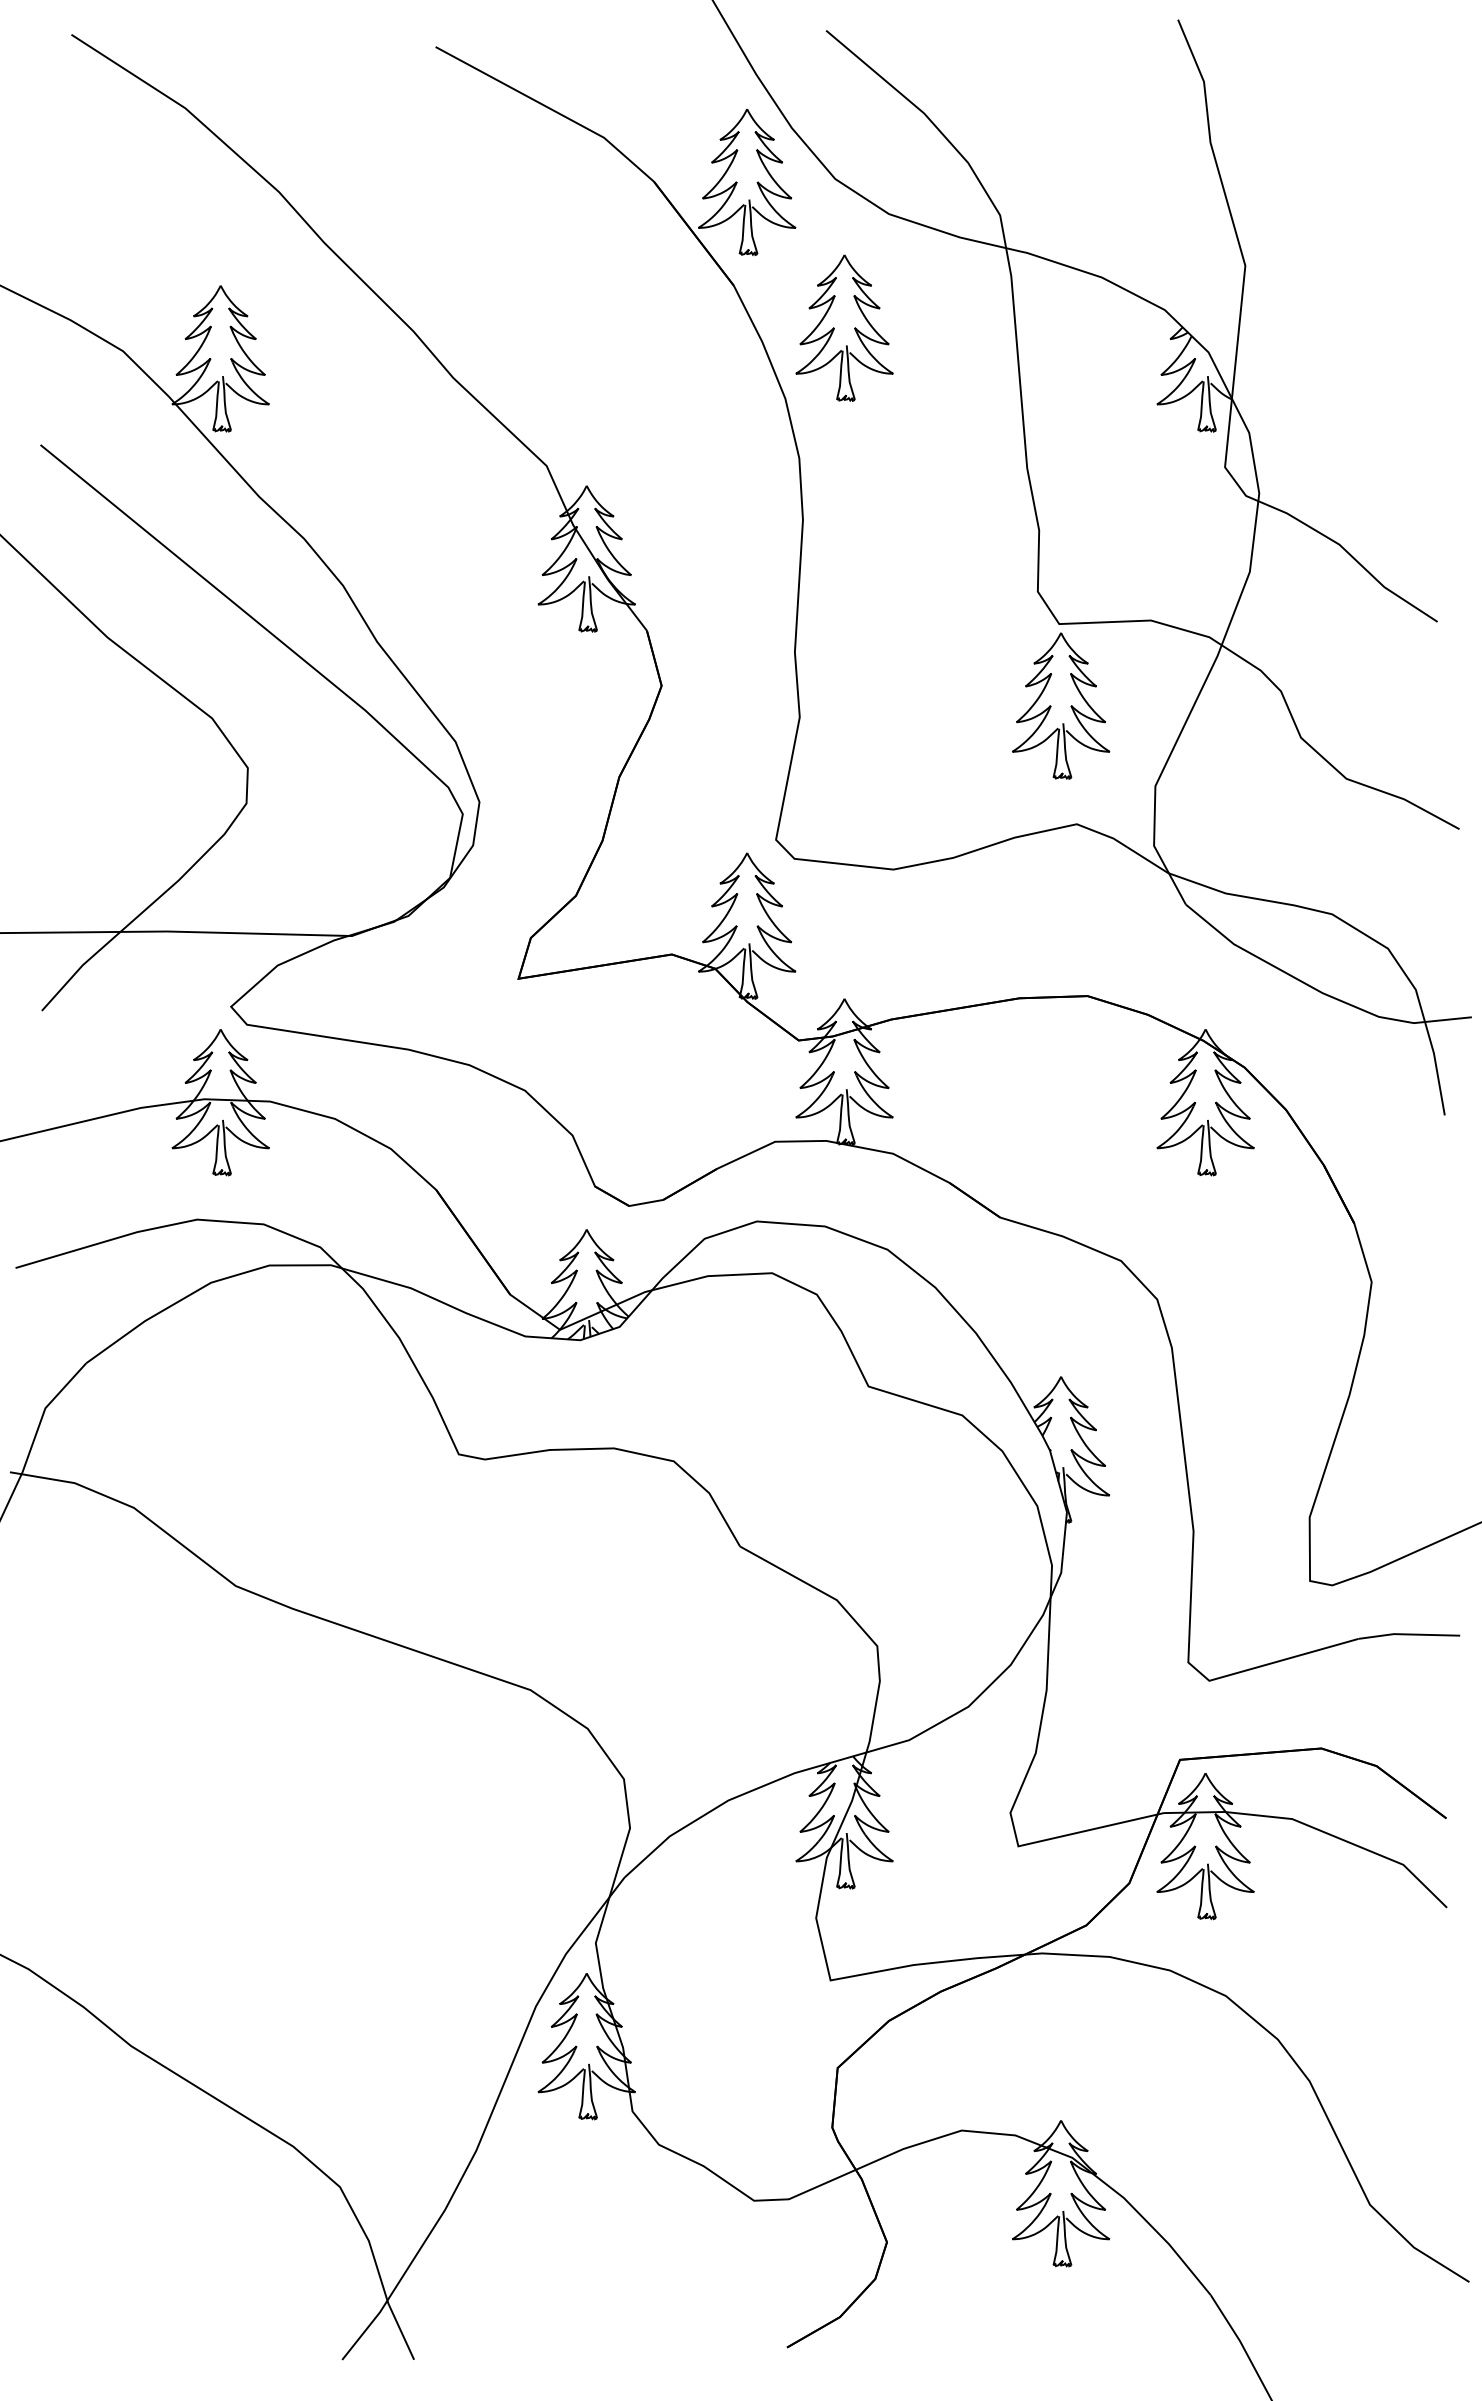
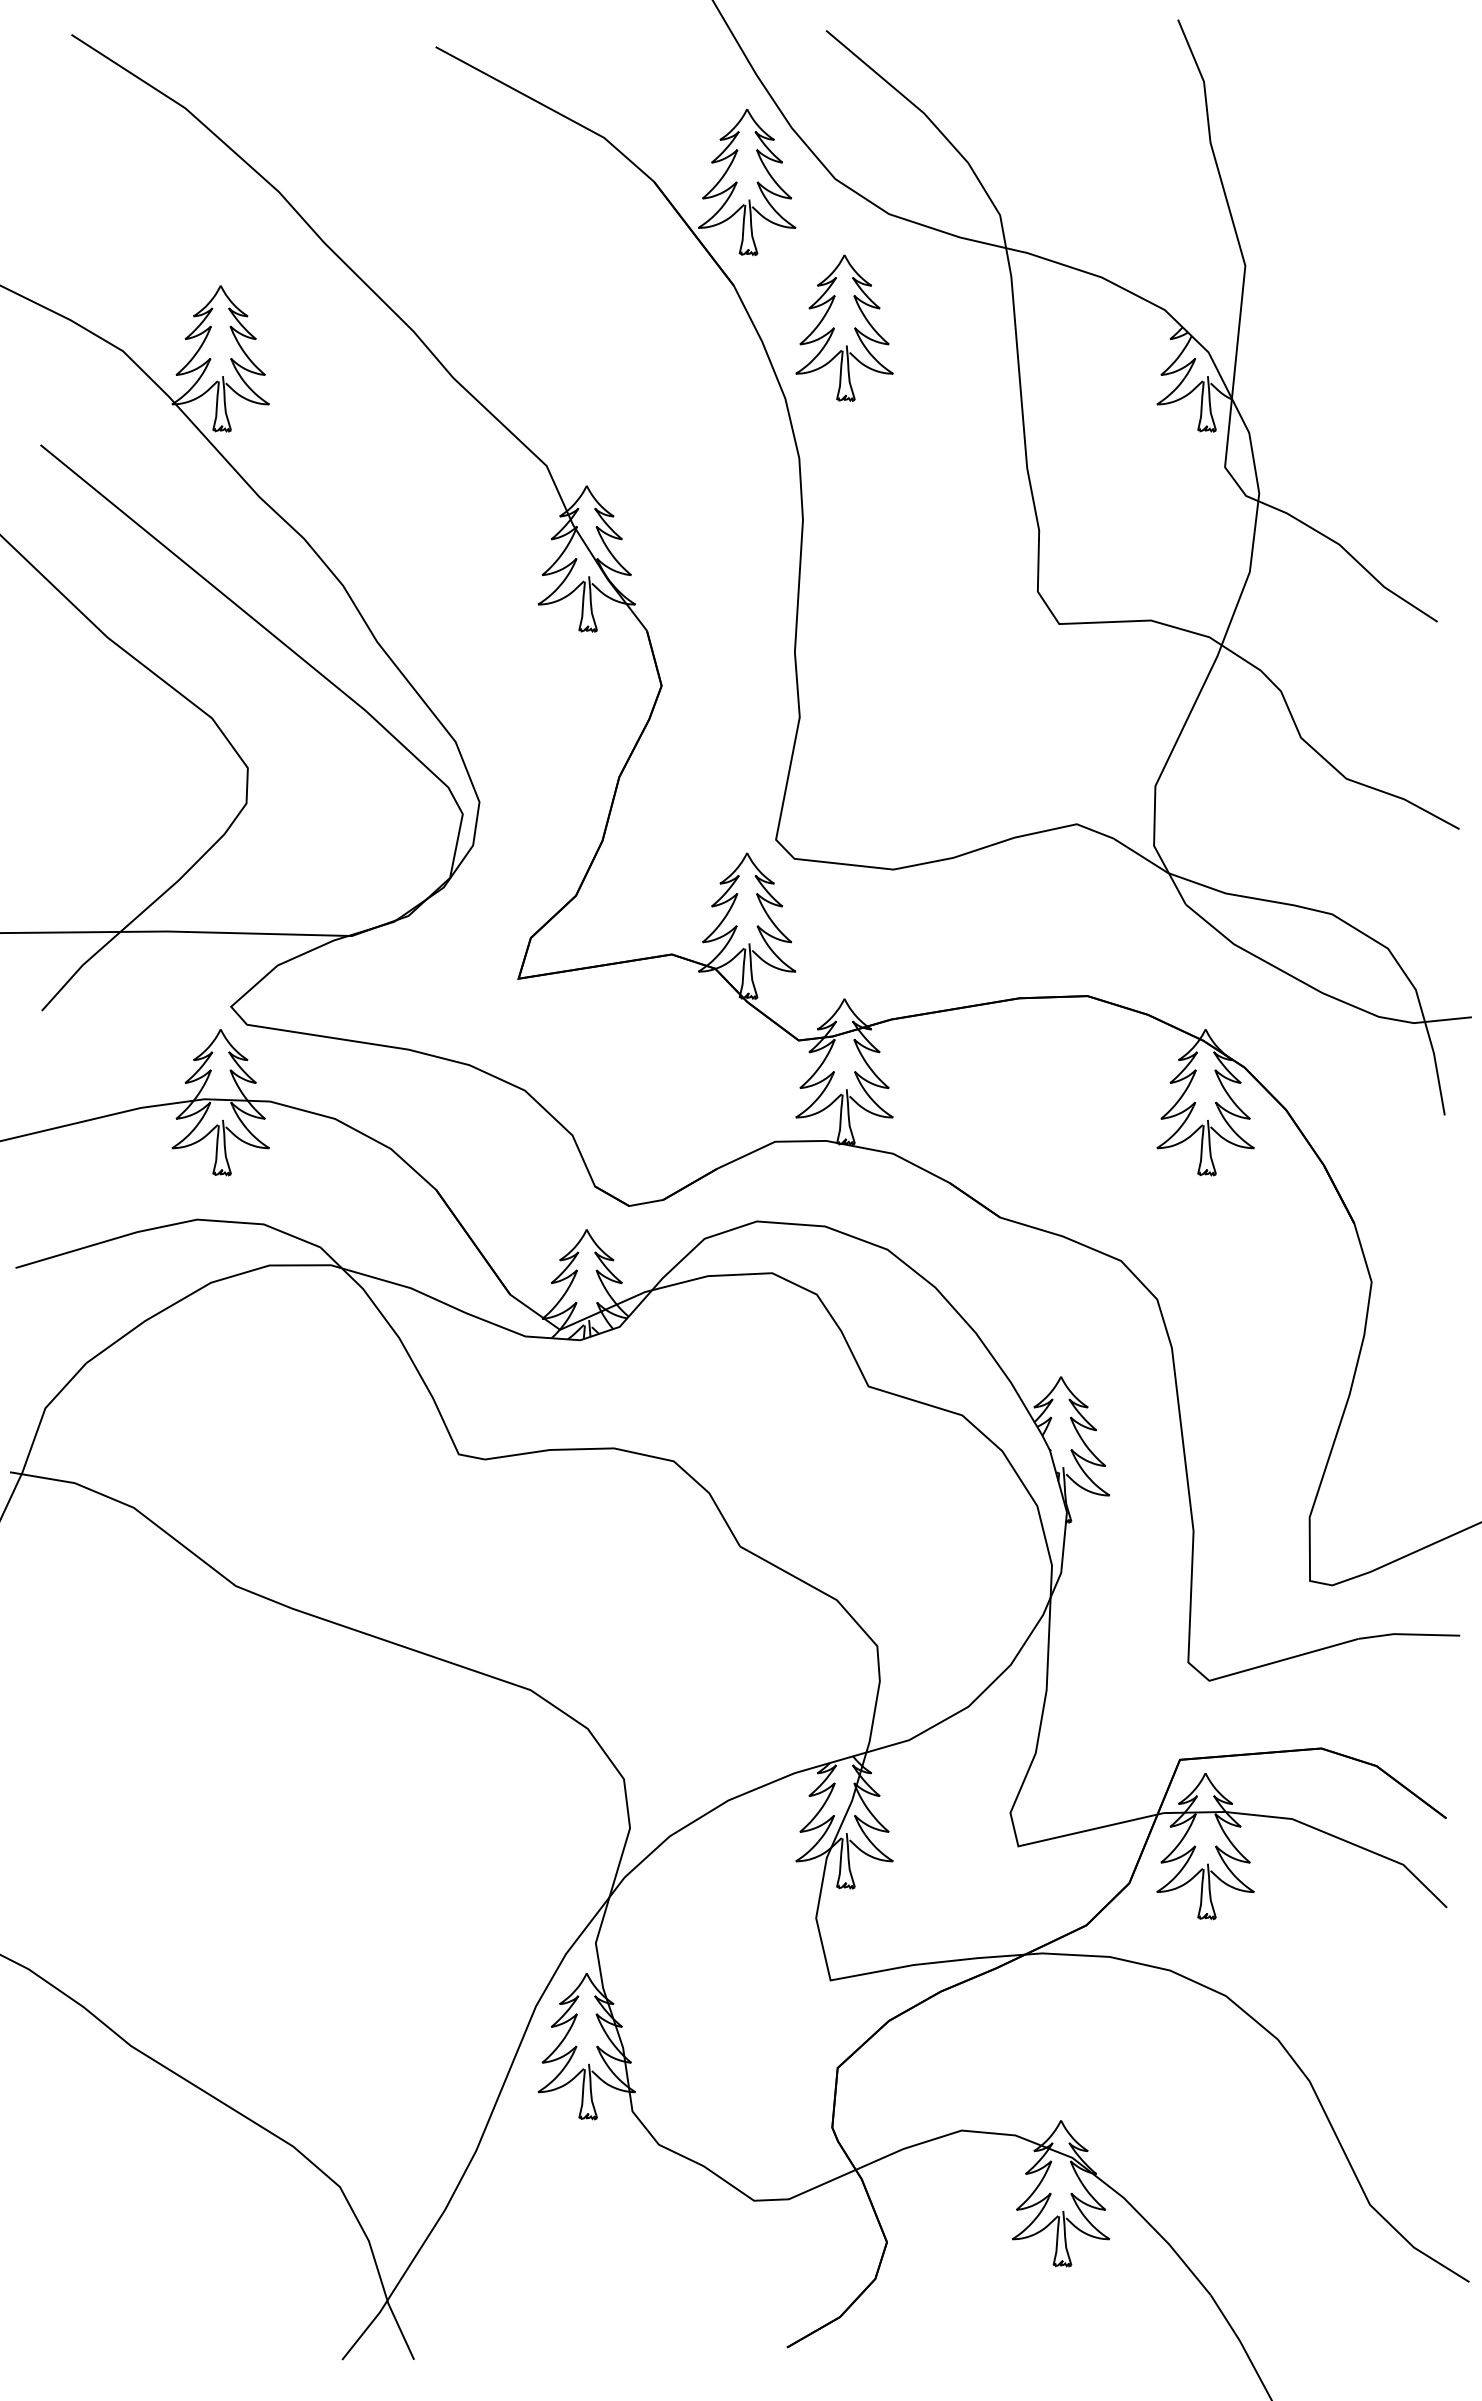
part at (1061, 705): present -> none
